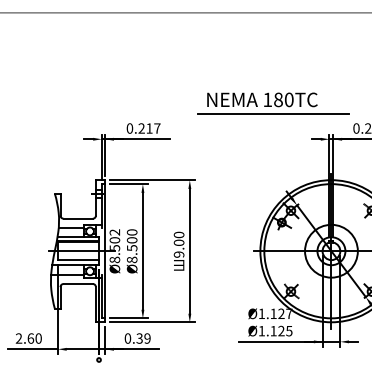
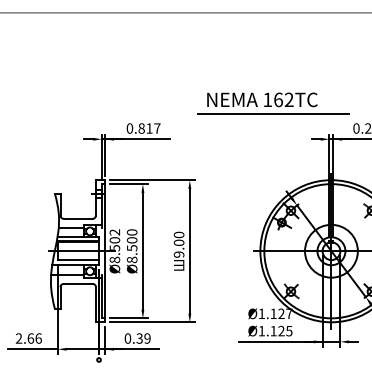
text at (283, 99): 180TC -> 162TC
text at (141, 128): 0.217 -> 0.817
text at (38, 338): 2.60 -> 2.66
